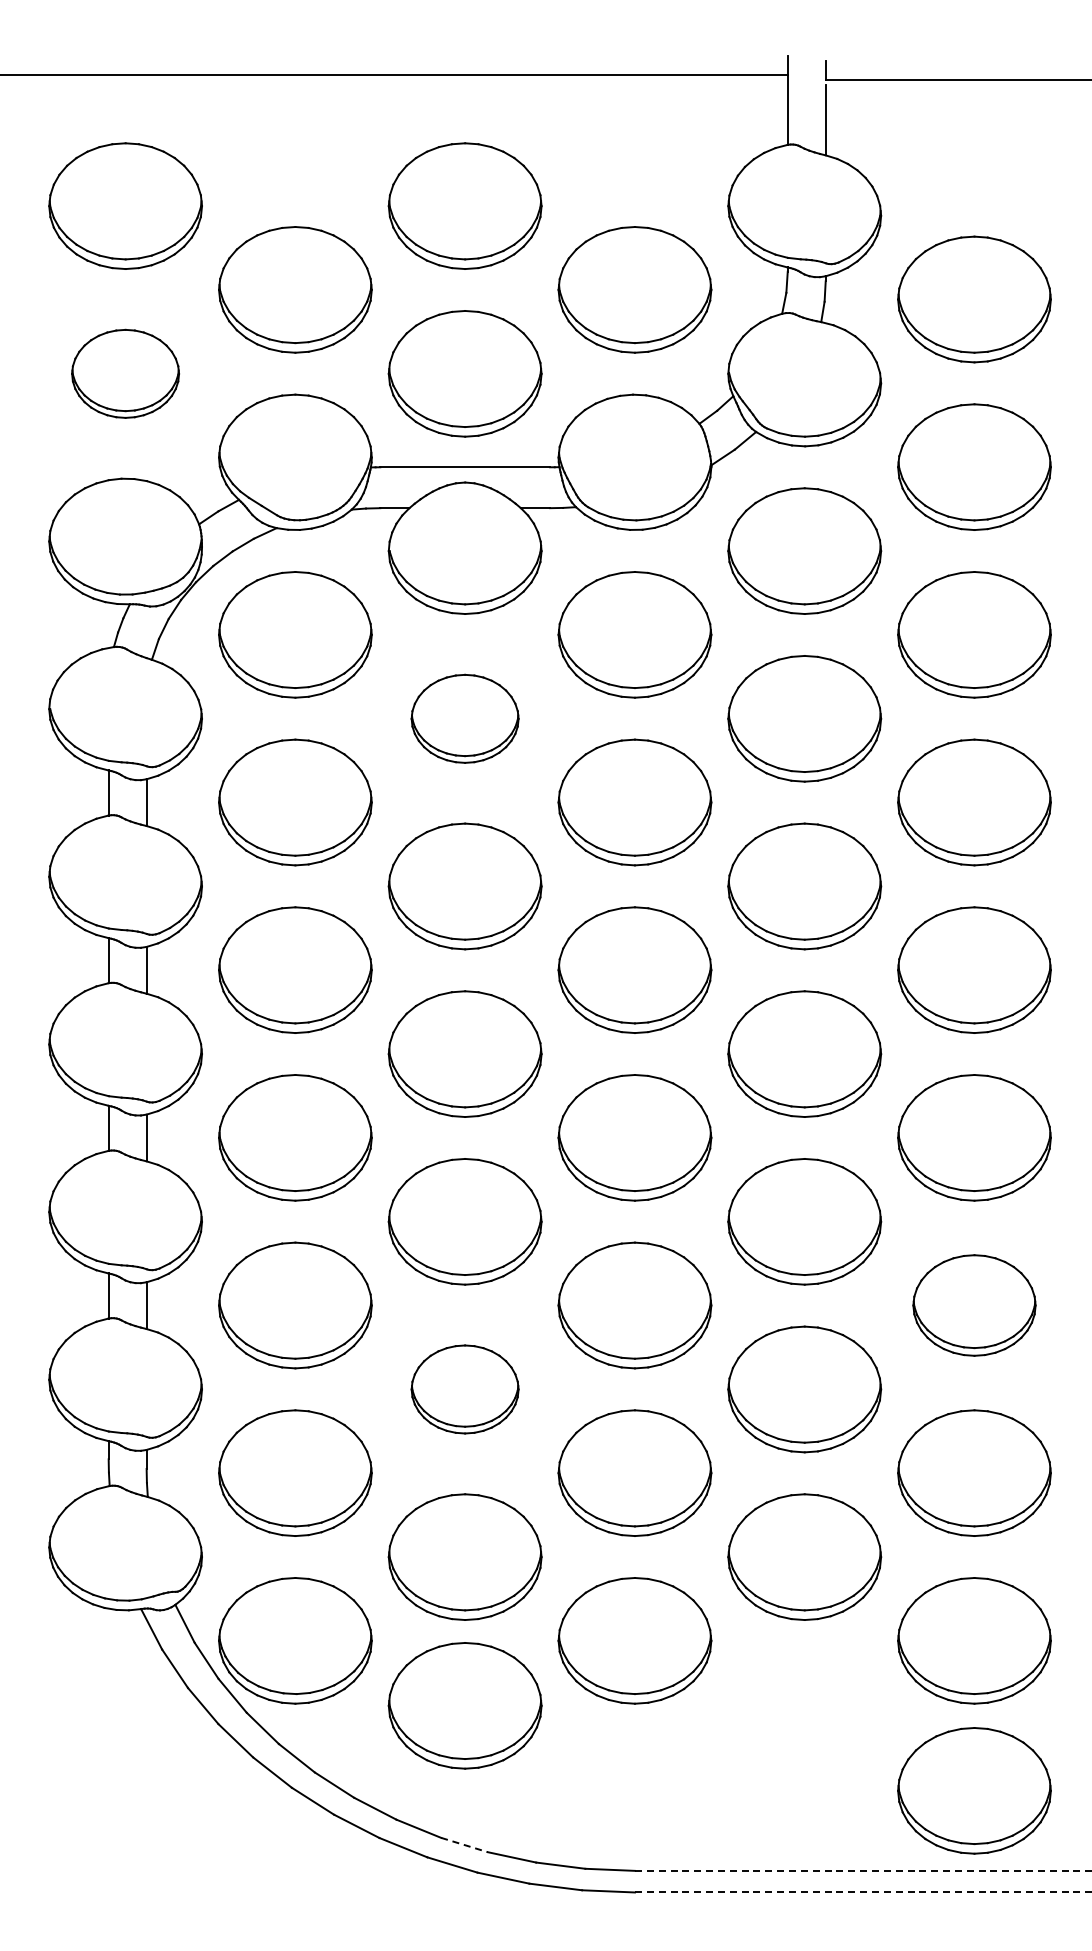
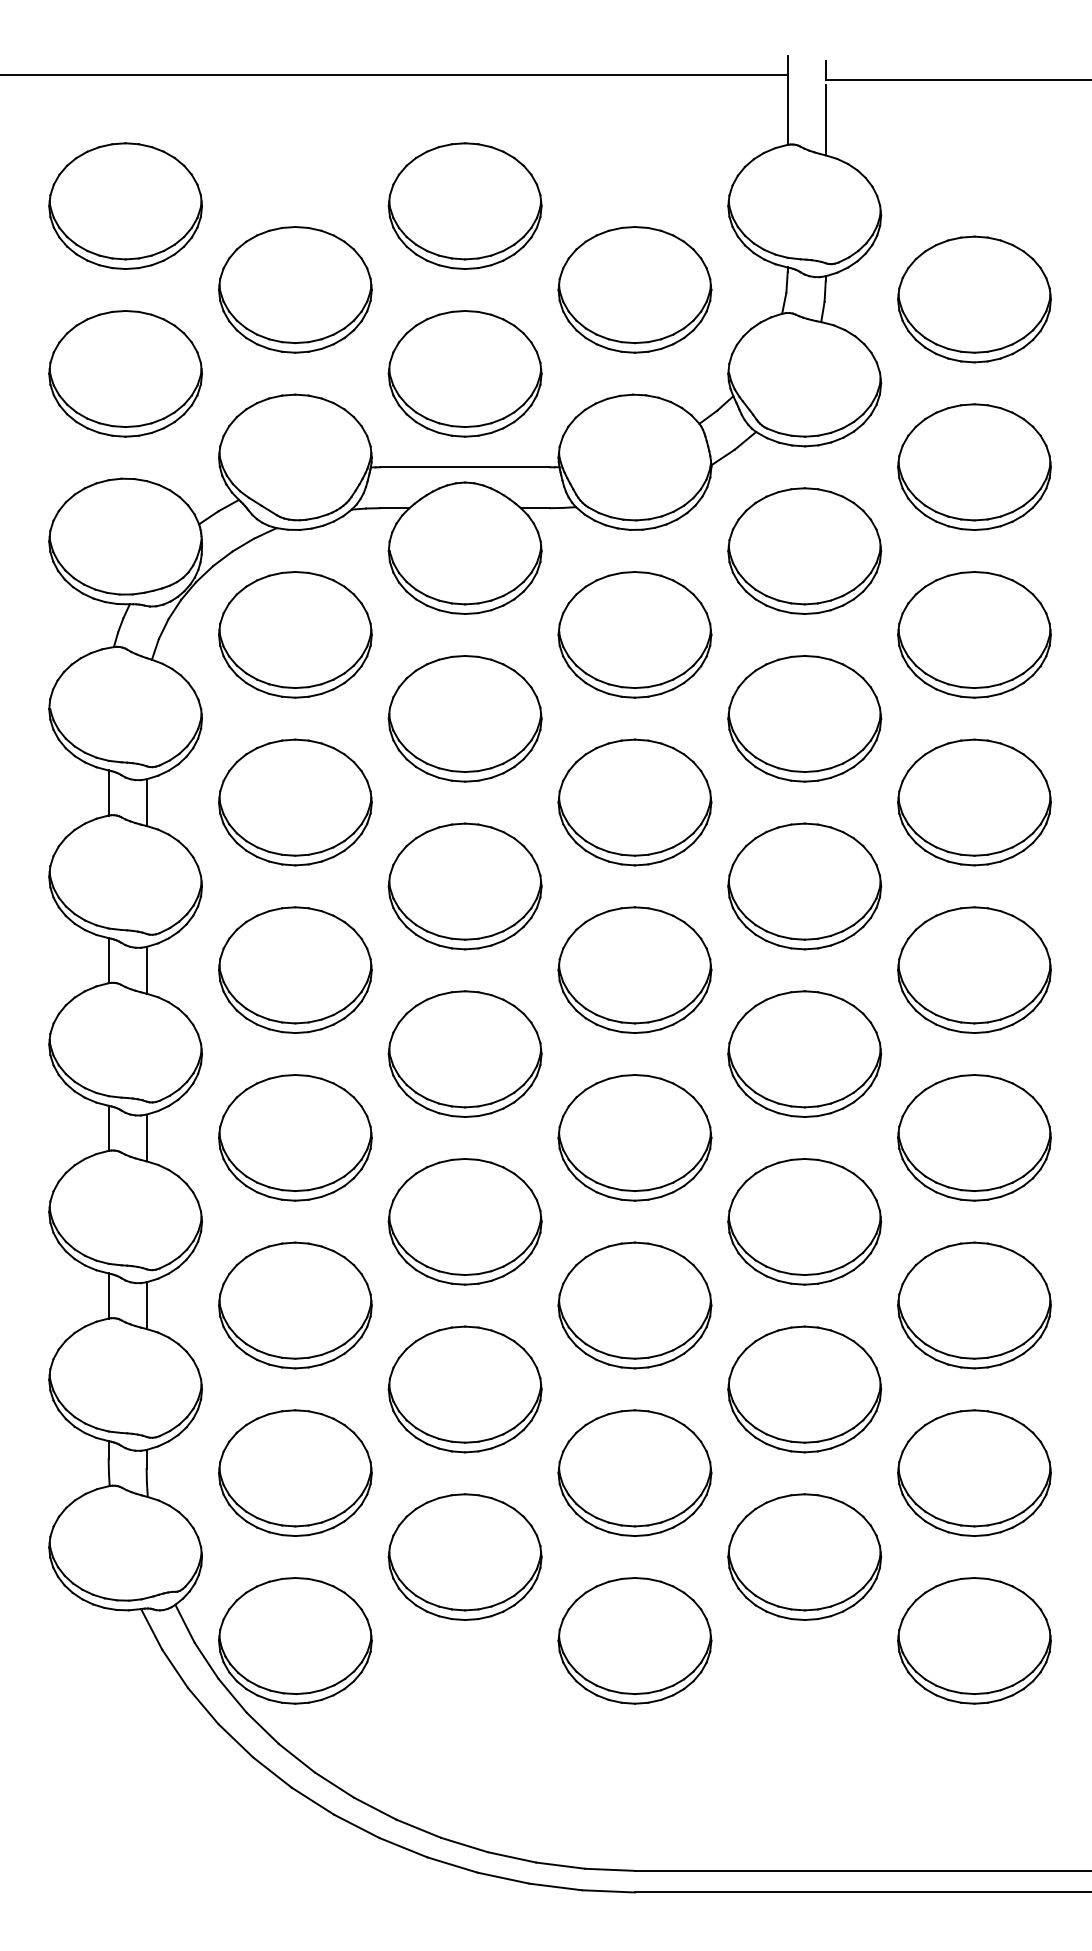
part at (125, 373) size: 109x91 px -> 155x128 px
part at (464, 718) size: 110x91 px -> 156x128 px
part at (974, 1305) size: 125x103 px -> 155x129 px
part at (464, 1389) size: 110x91 px -> 156x129 px
part at (464, 1705): present -> none
part at (974, 1790): present -> none
line at (465, 1845): dashed -> solid
line at (863, 1870): dashed -> solid
line at (863, 1892): dashed -> solid
